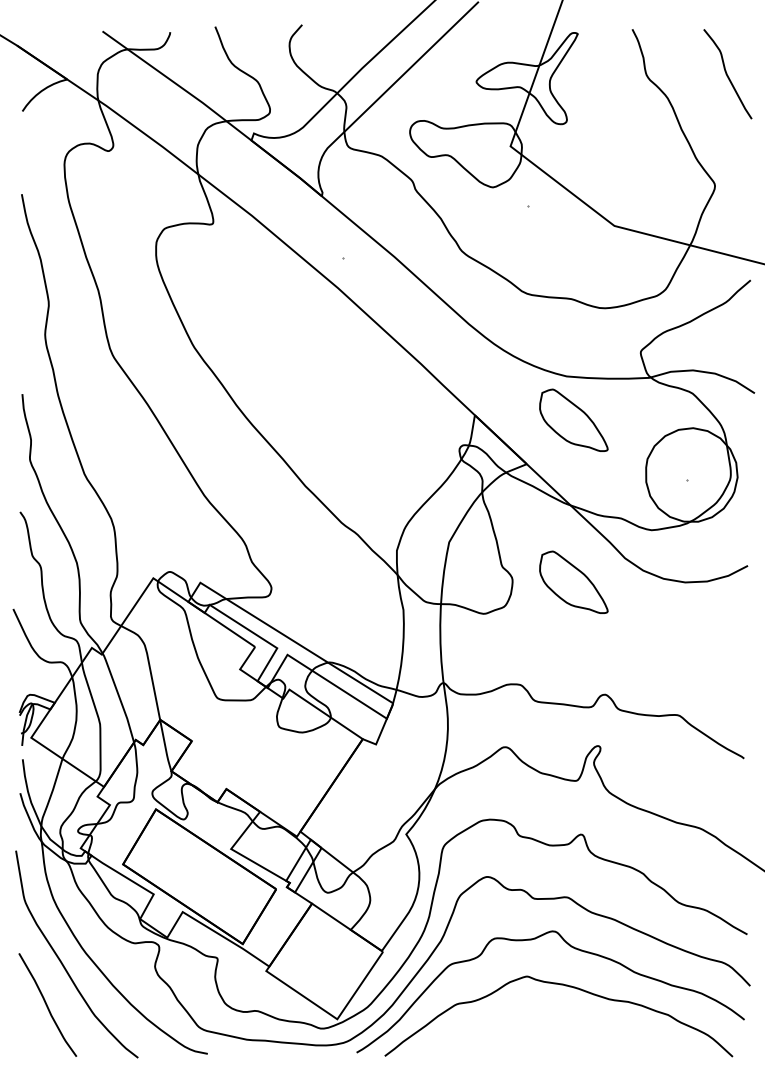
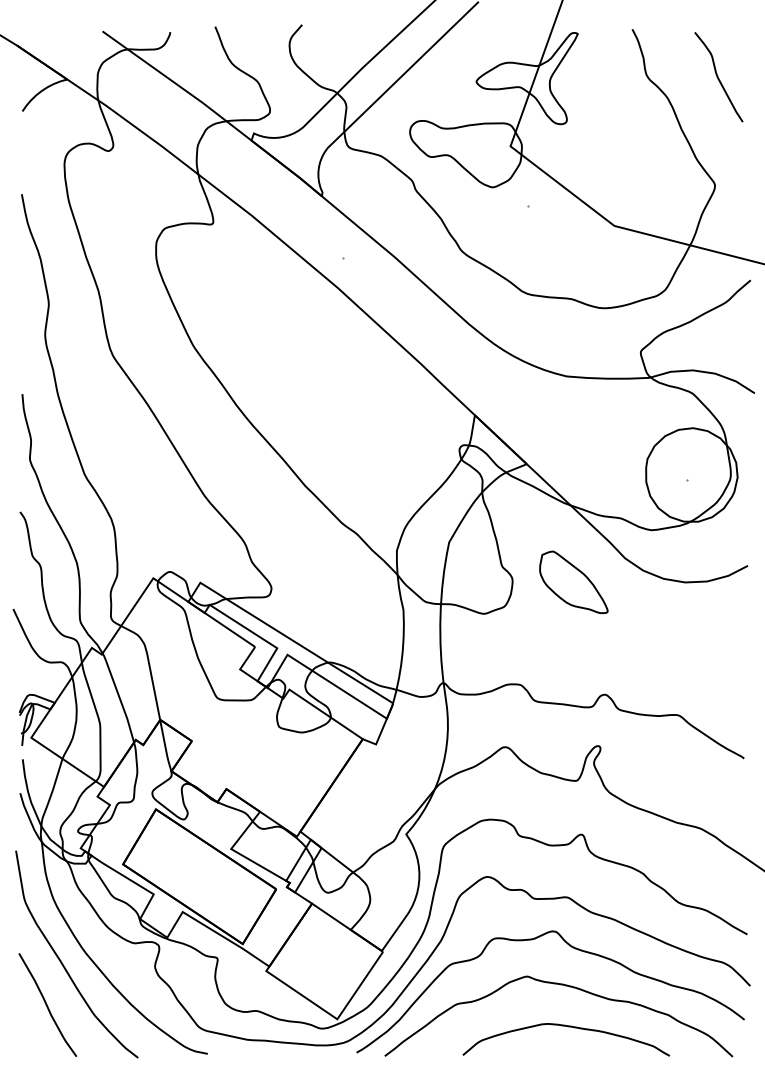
curve at (727, 74) position: (727, 74) -> (718, 77)
part at (573, 419): present -> none
curve at (568, 1027): none -> present
